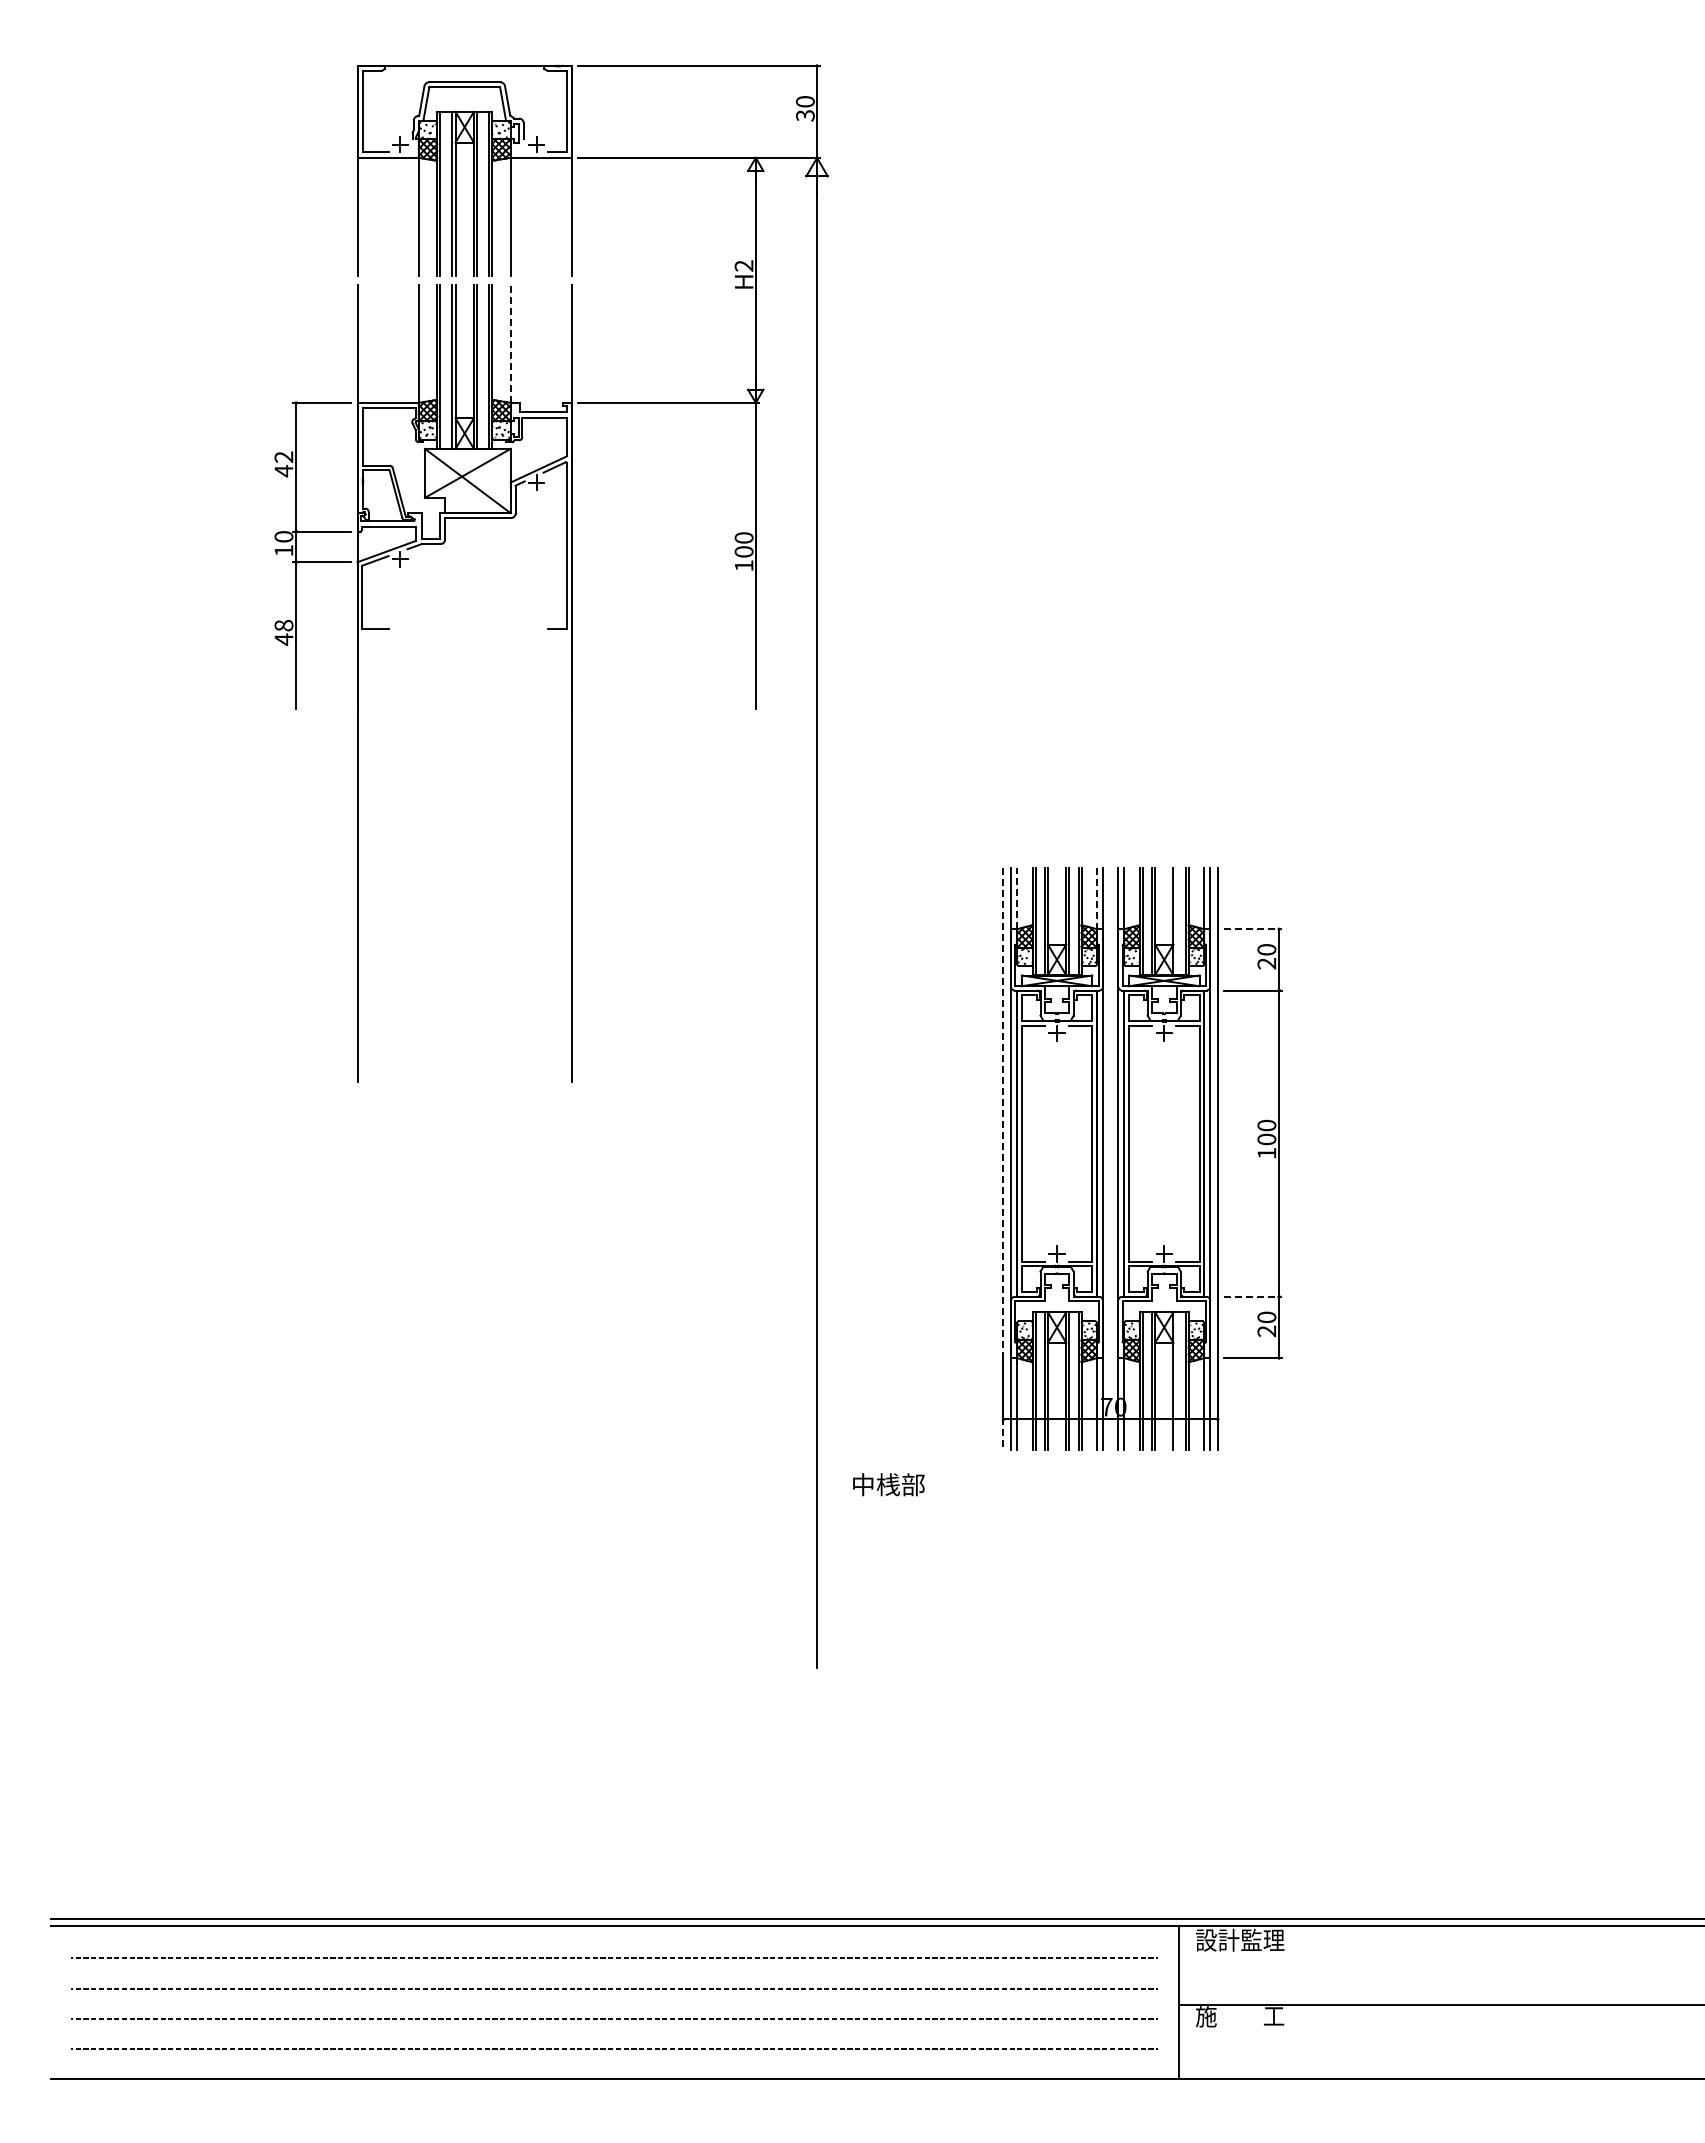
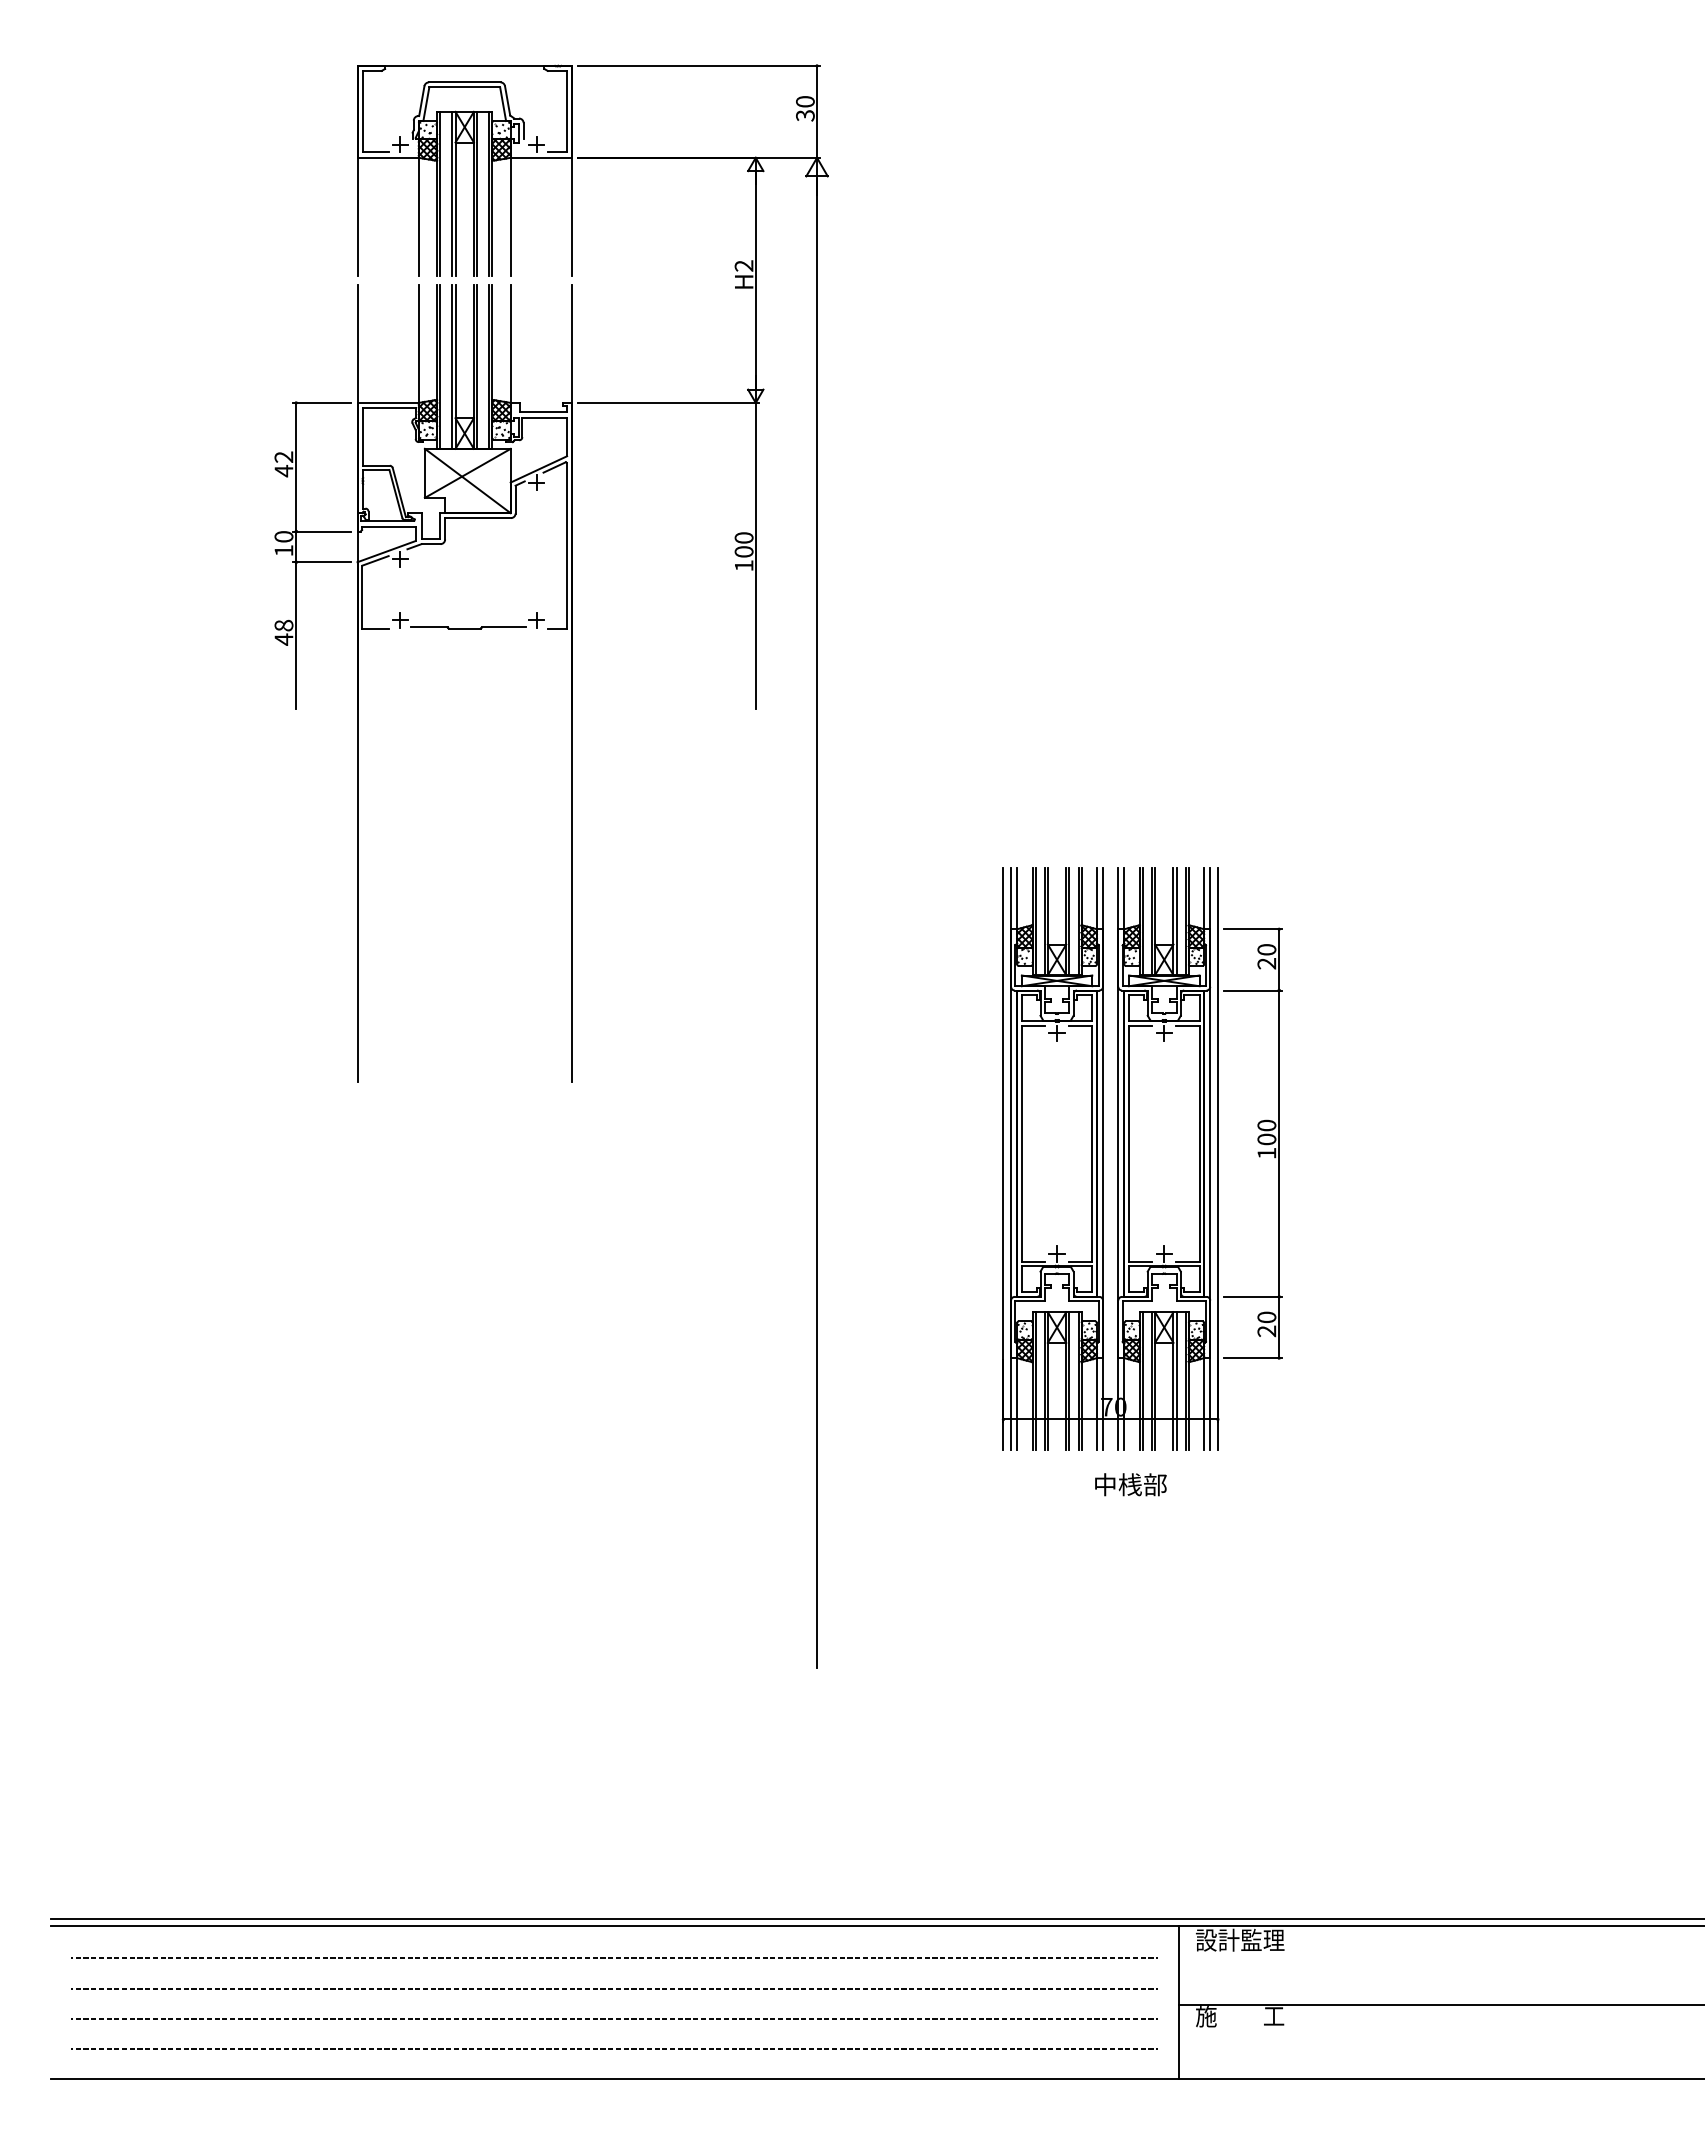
line at (510, 343): dashed -> solid
part at (468, 628): none -> present
line at (1017, 898): dashed -> solid
line at (1096, 898): dashed -> solid
line at (1176, 921): none -> present
line at (1253, 929): dashed -> solid
line at (1003, 1159): dashed -> solid
line at (1253, 1296): dashed -> solid
line at (1176, 1381): none -> present
text at (888, 1484) position: (888, 1484) -> (1130, 1484)
